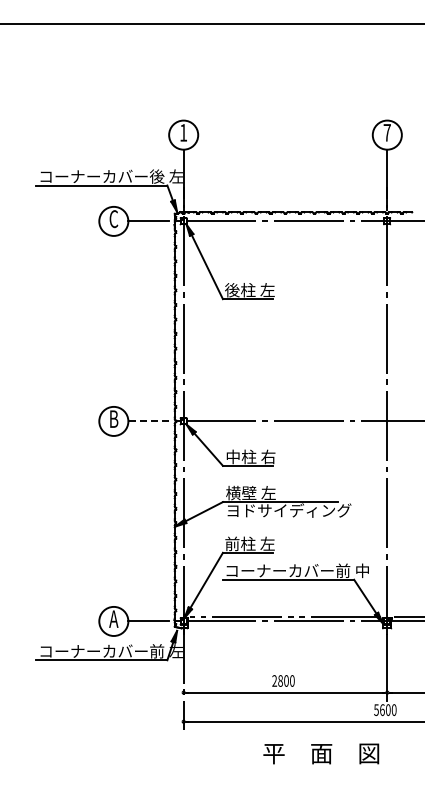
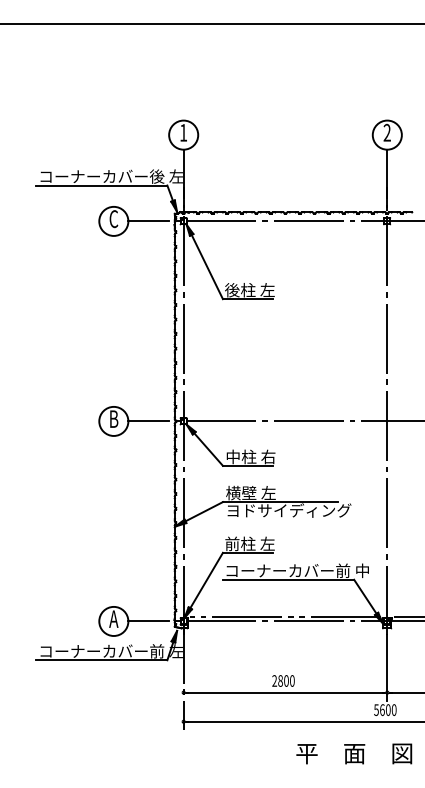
text at (386, 132): 7 -> 2
line at (148, 421): dashed -> solid
text at (321, 753) position: (321, 753) -> (354, 753)
